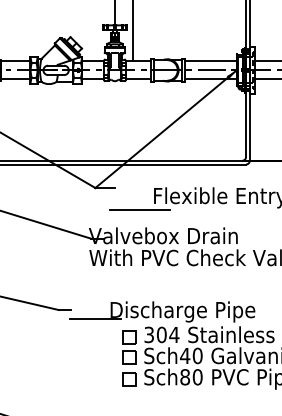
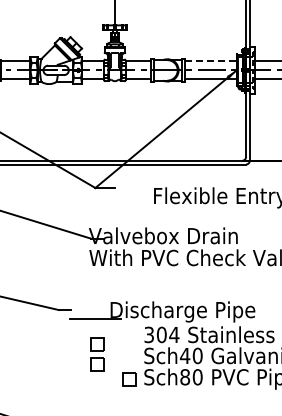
line at (132, 31): present -> none
line at (210, 61): solid -> dashed
line at (140, 210): present -> none
part at (129, 347) position: (129, 347) -> (97, 354)
